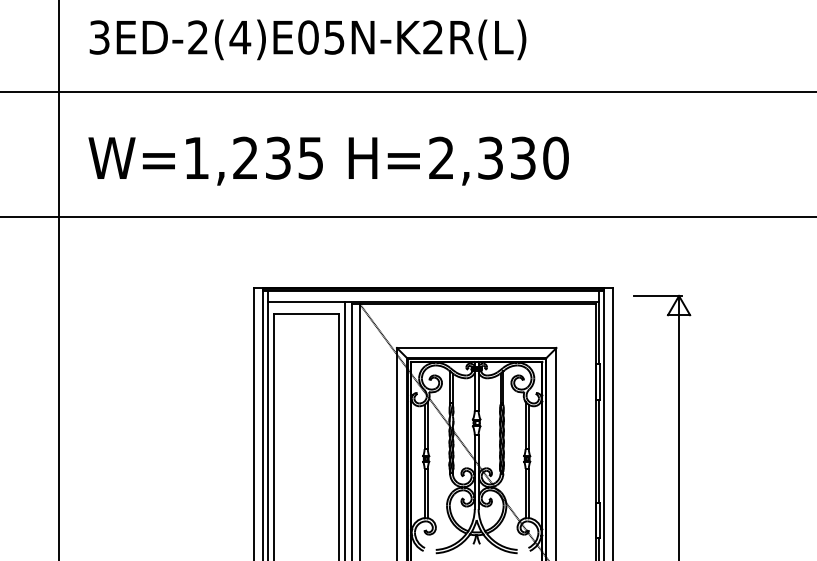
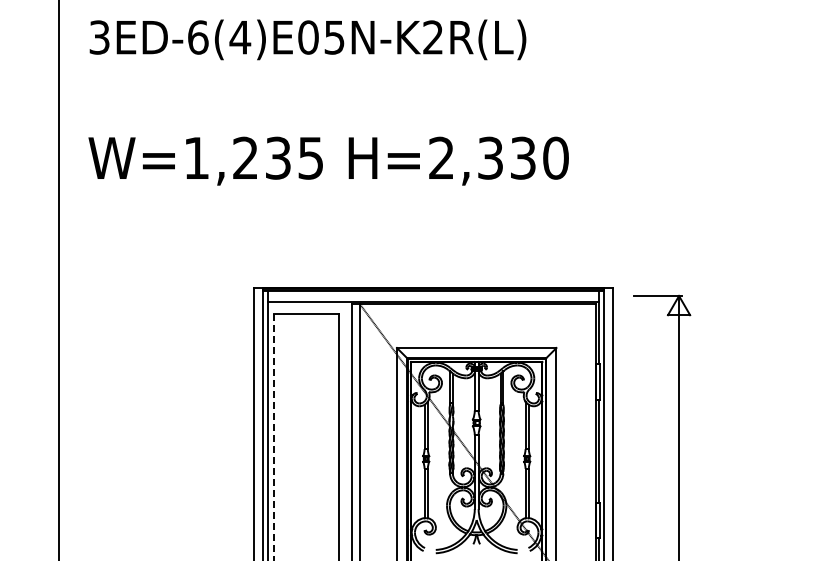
text at (198, 37): 3ED-2(4)E05N-K2R(L) -> 3ED-6(4)E05N-K2R(L)
line at (407, 92): present -> none
line at (407, 217): present -> none
line at (344, 429): present -> none
line at (273, 437): solid -> dashed
